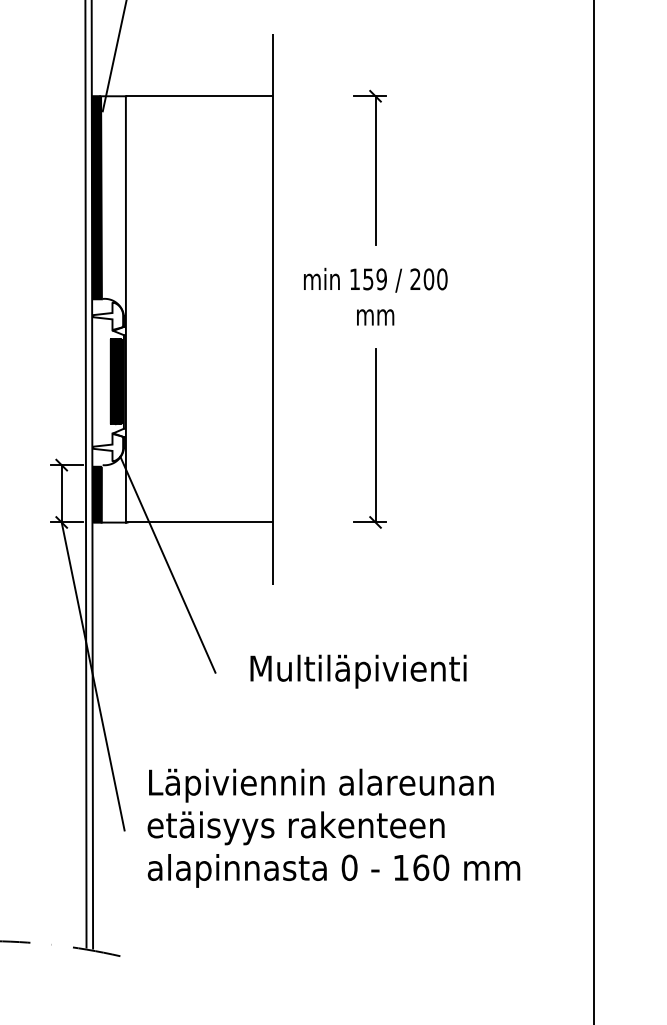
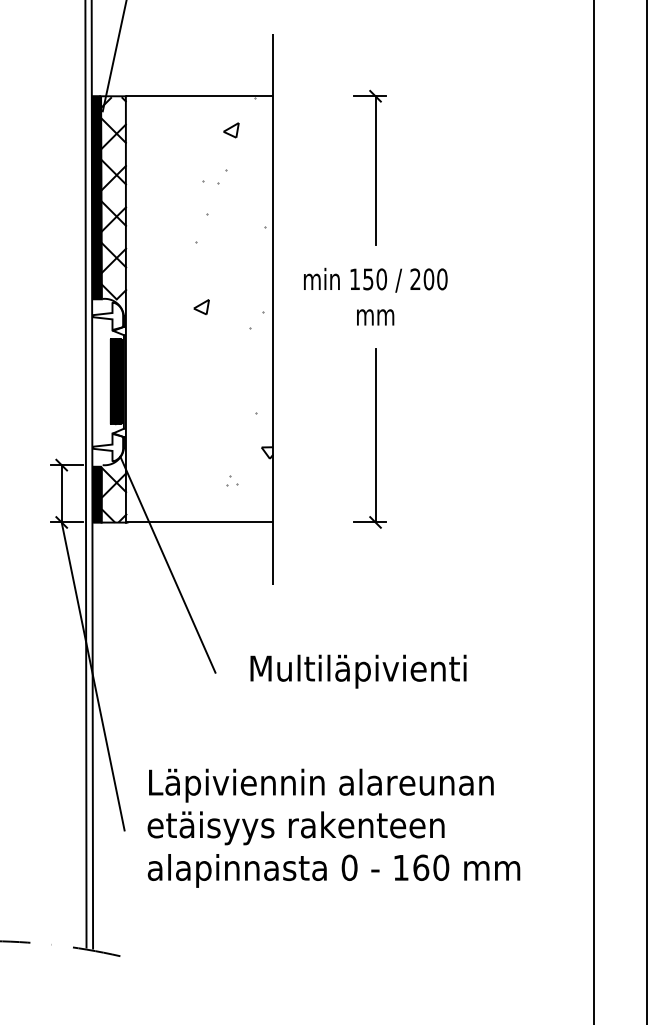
hatch at (113, 198): none -> present
text at (381, 279): 159 -> 150
hatch at (233, 291): none -> present
hatch at (114, 495): none -> present
line at (646, 511): none -> present
